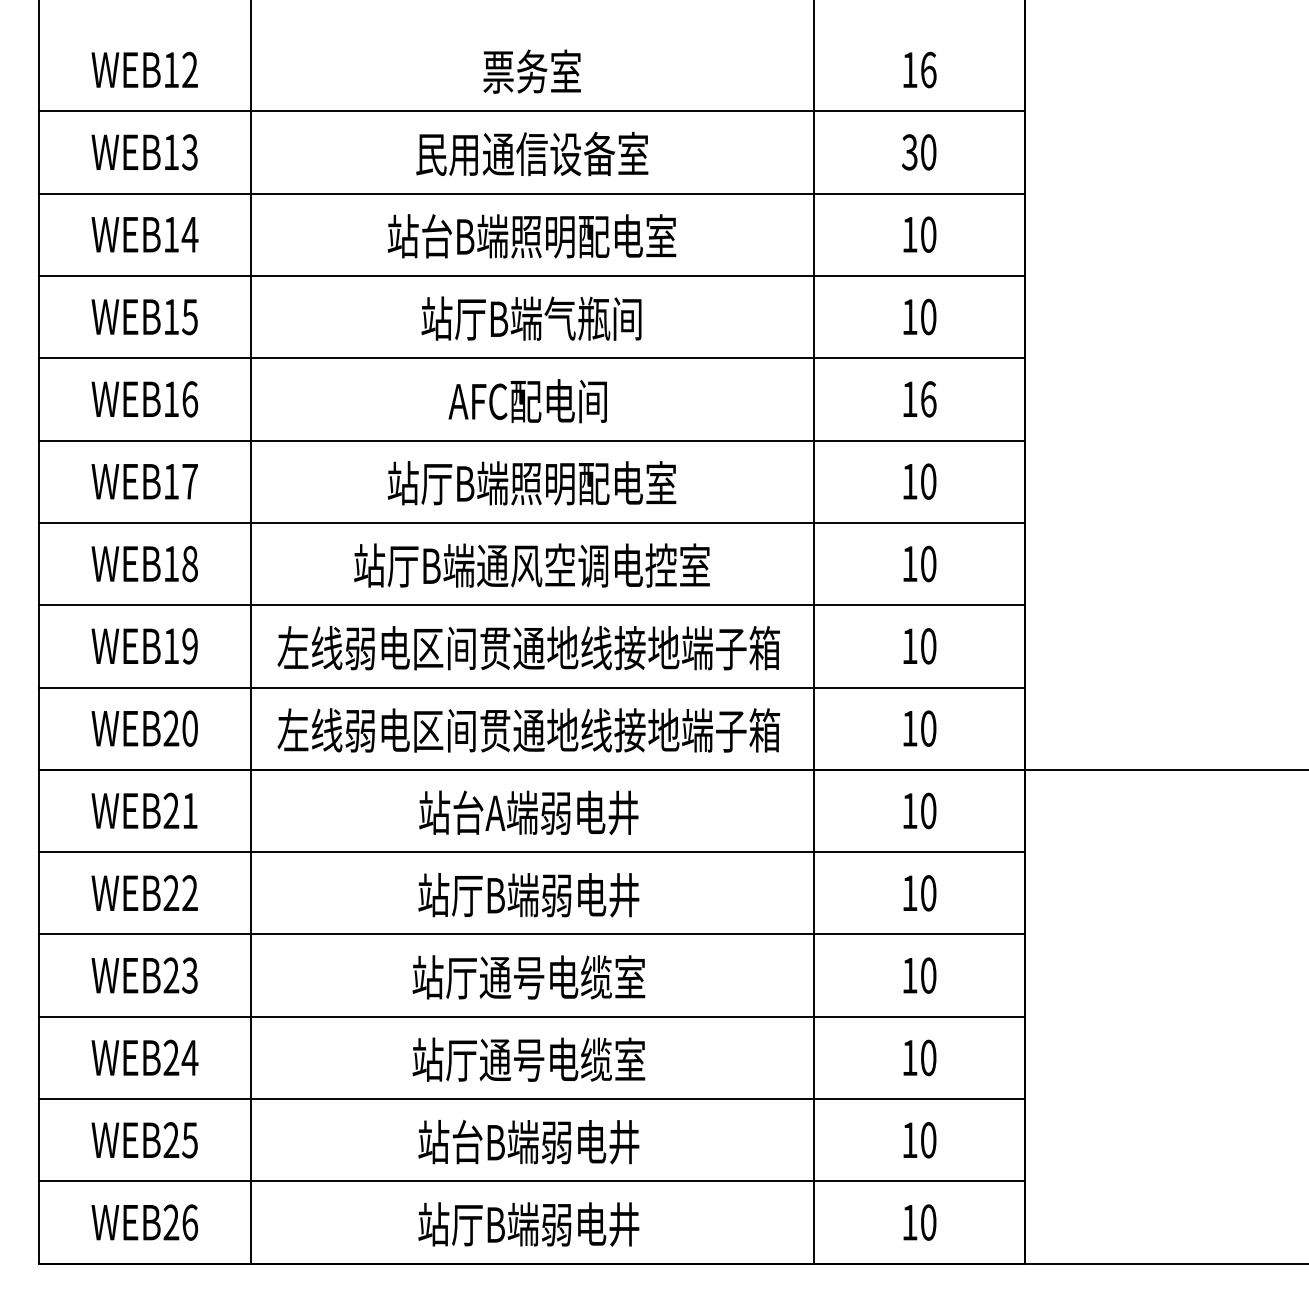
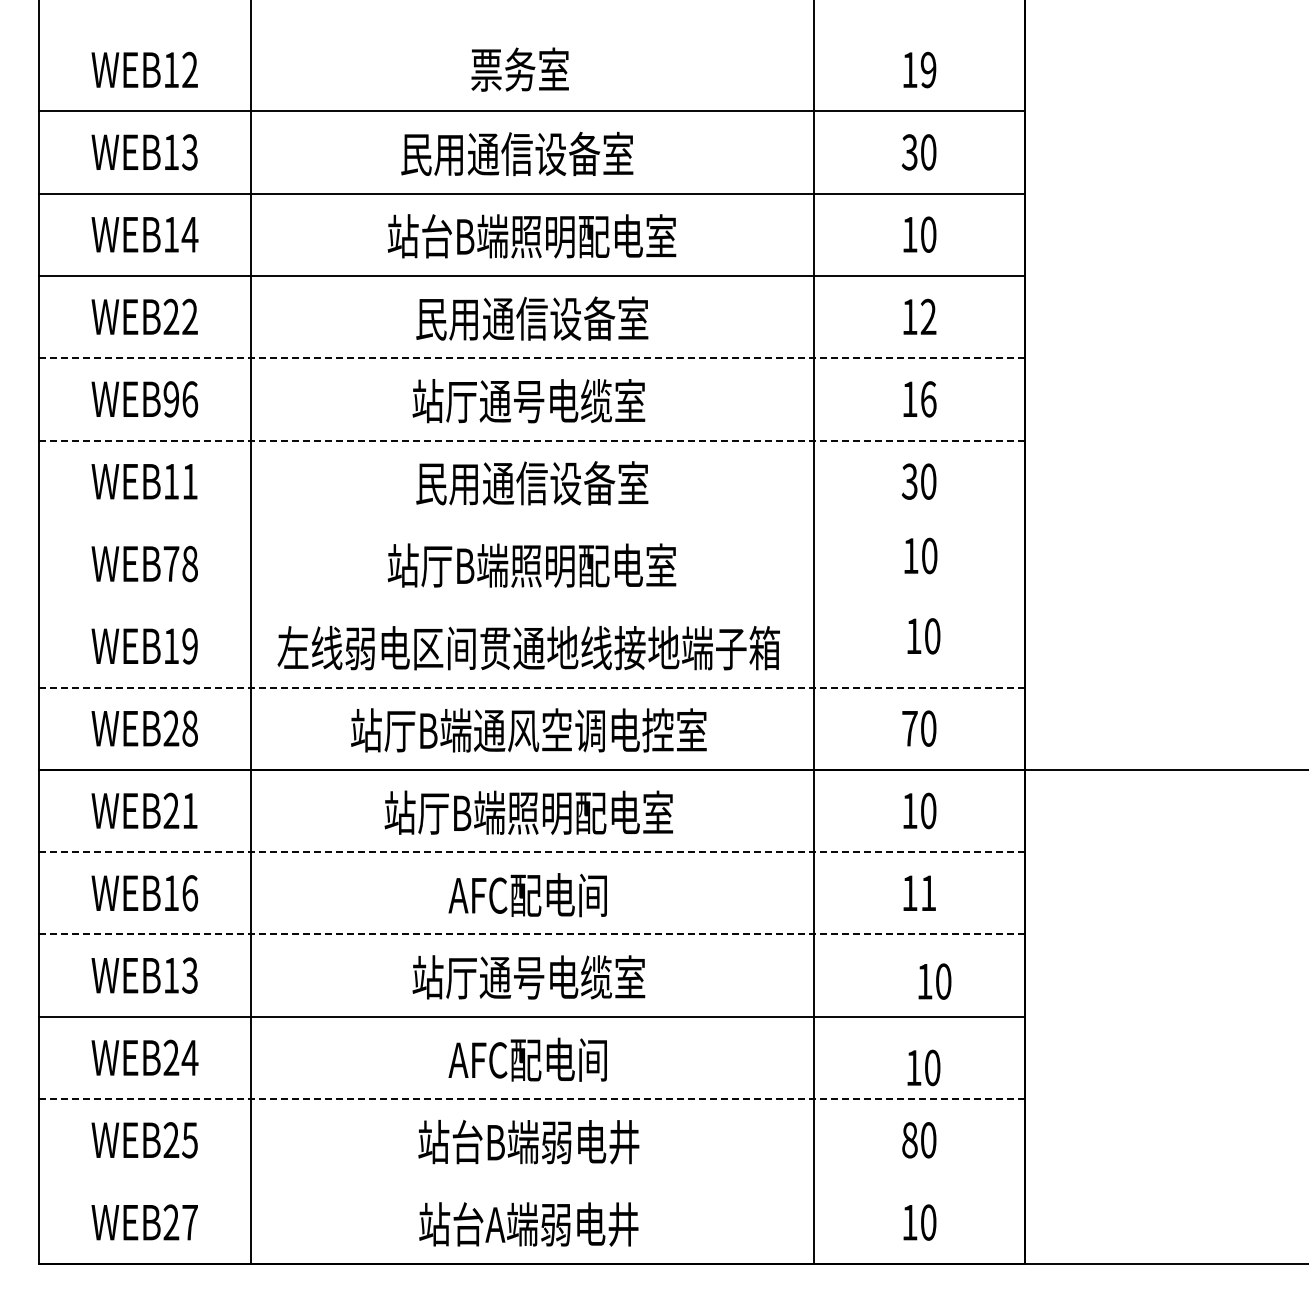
text at (928, 69): 16 -> 19
text at (531, 71) position: (531, 71) -> (519, 69)
text at (532, 153) position: (532, 153) -> (517, 153)
text at (180, 316): WEB15 -> WEB22
text at (928, 316): 10 -> 12
text at (532, 318): 站厅B端气瓶间 -> 民用通信设备室
line at (532, 358): solid -> dashed
text at (170, 399): WEB16 -> WEB96
text at (528, 401): AFC配电间 -> 站厅通号电缆室
line at (532, 440): solid -> dashed
text at (189, 481): WEB17 -> WEB11
text at (909, 481): 10 -> 30
text at (531, 483): 站厅B端照明配电室 -> 民用通信设备室
line at (532, 522): present -> none
text at (171, 563): WEB18 -> WEB78
text at (919, 563) position: (919, 563) -> (920, 555)
text at (531, 565): 站厅B端通风空调电控室 -> 站厅B端照明配电室
line at (532, 605): present -> none
text at (919, 646) position: (919, 646) -> (923, 636)
line at (532, 687): solid -> dashed
text at (189, 728): WEB20 -> WEB28
text at (909, 728): 10 -> 70
text at (528, 730): 左线弱电区间贯通地线接地端子箱 -> 站厅B端通风空调电控室
text at (528, 812): 站台A端弱电井 -> 站厅B端照明配电室
line at (532, 852): solid -> dashed
text at (180, 893): WEB22 -> WEB16
text at (928, 893): 10 -> 11
text at (528, 895): 站厅B端弱电井 -> AFC配电间
line at (532, 934): solid -> dashed
text at (171, 975): WEB23 -> WEB13
text at (919, 975) position: (919, 975) -> (934, 981)
text at (919, 1057) position: (919, 1057) -> (923, 1067)
text at (528, 1059): 站厅通号电缆室 -> AFC配电间
line at (532, 1099): solid -> dashed
text at (909, 1140): 10 -> 80
line at (532, 1181): present -> none
text at (190, 1222): WEB26 -> WEB27
text at (528, 1224): 站厅B端弱电井 -> 站台A端弱电井
